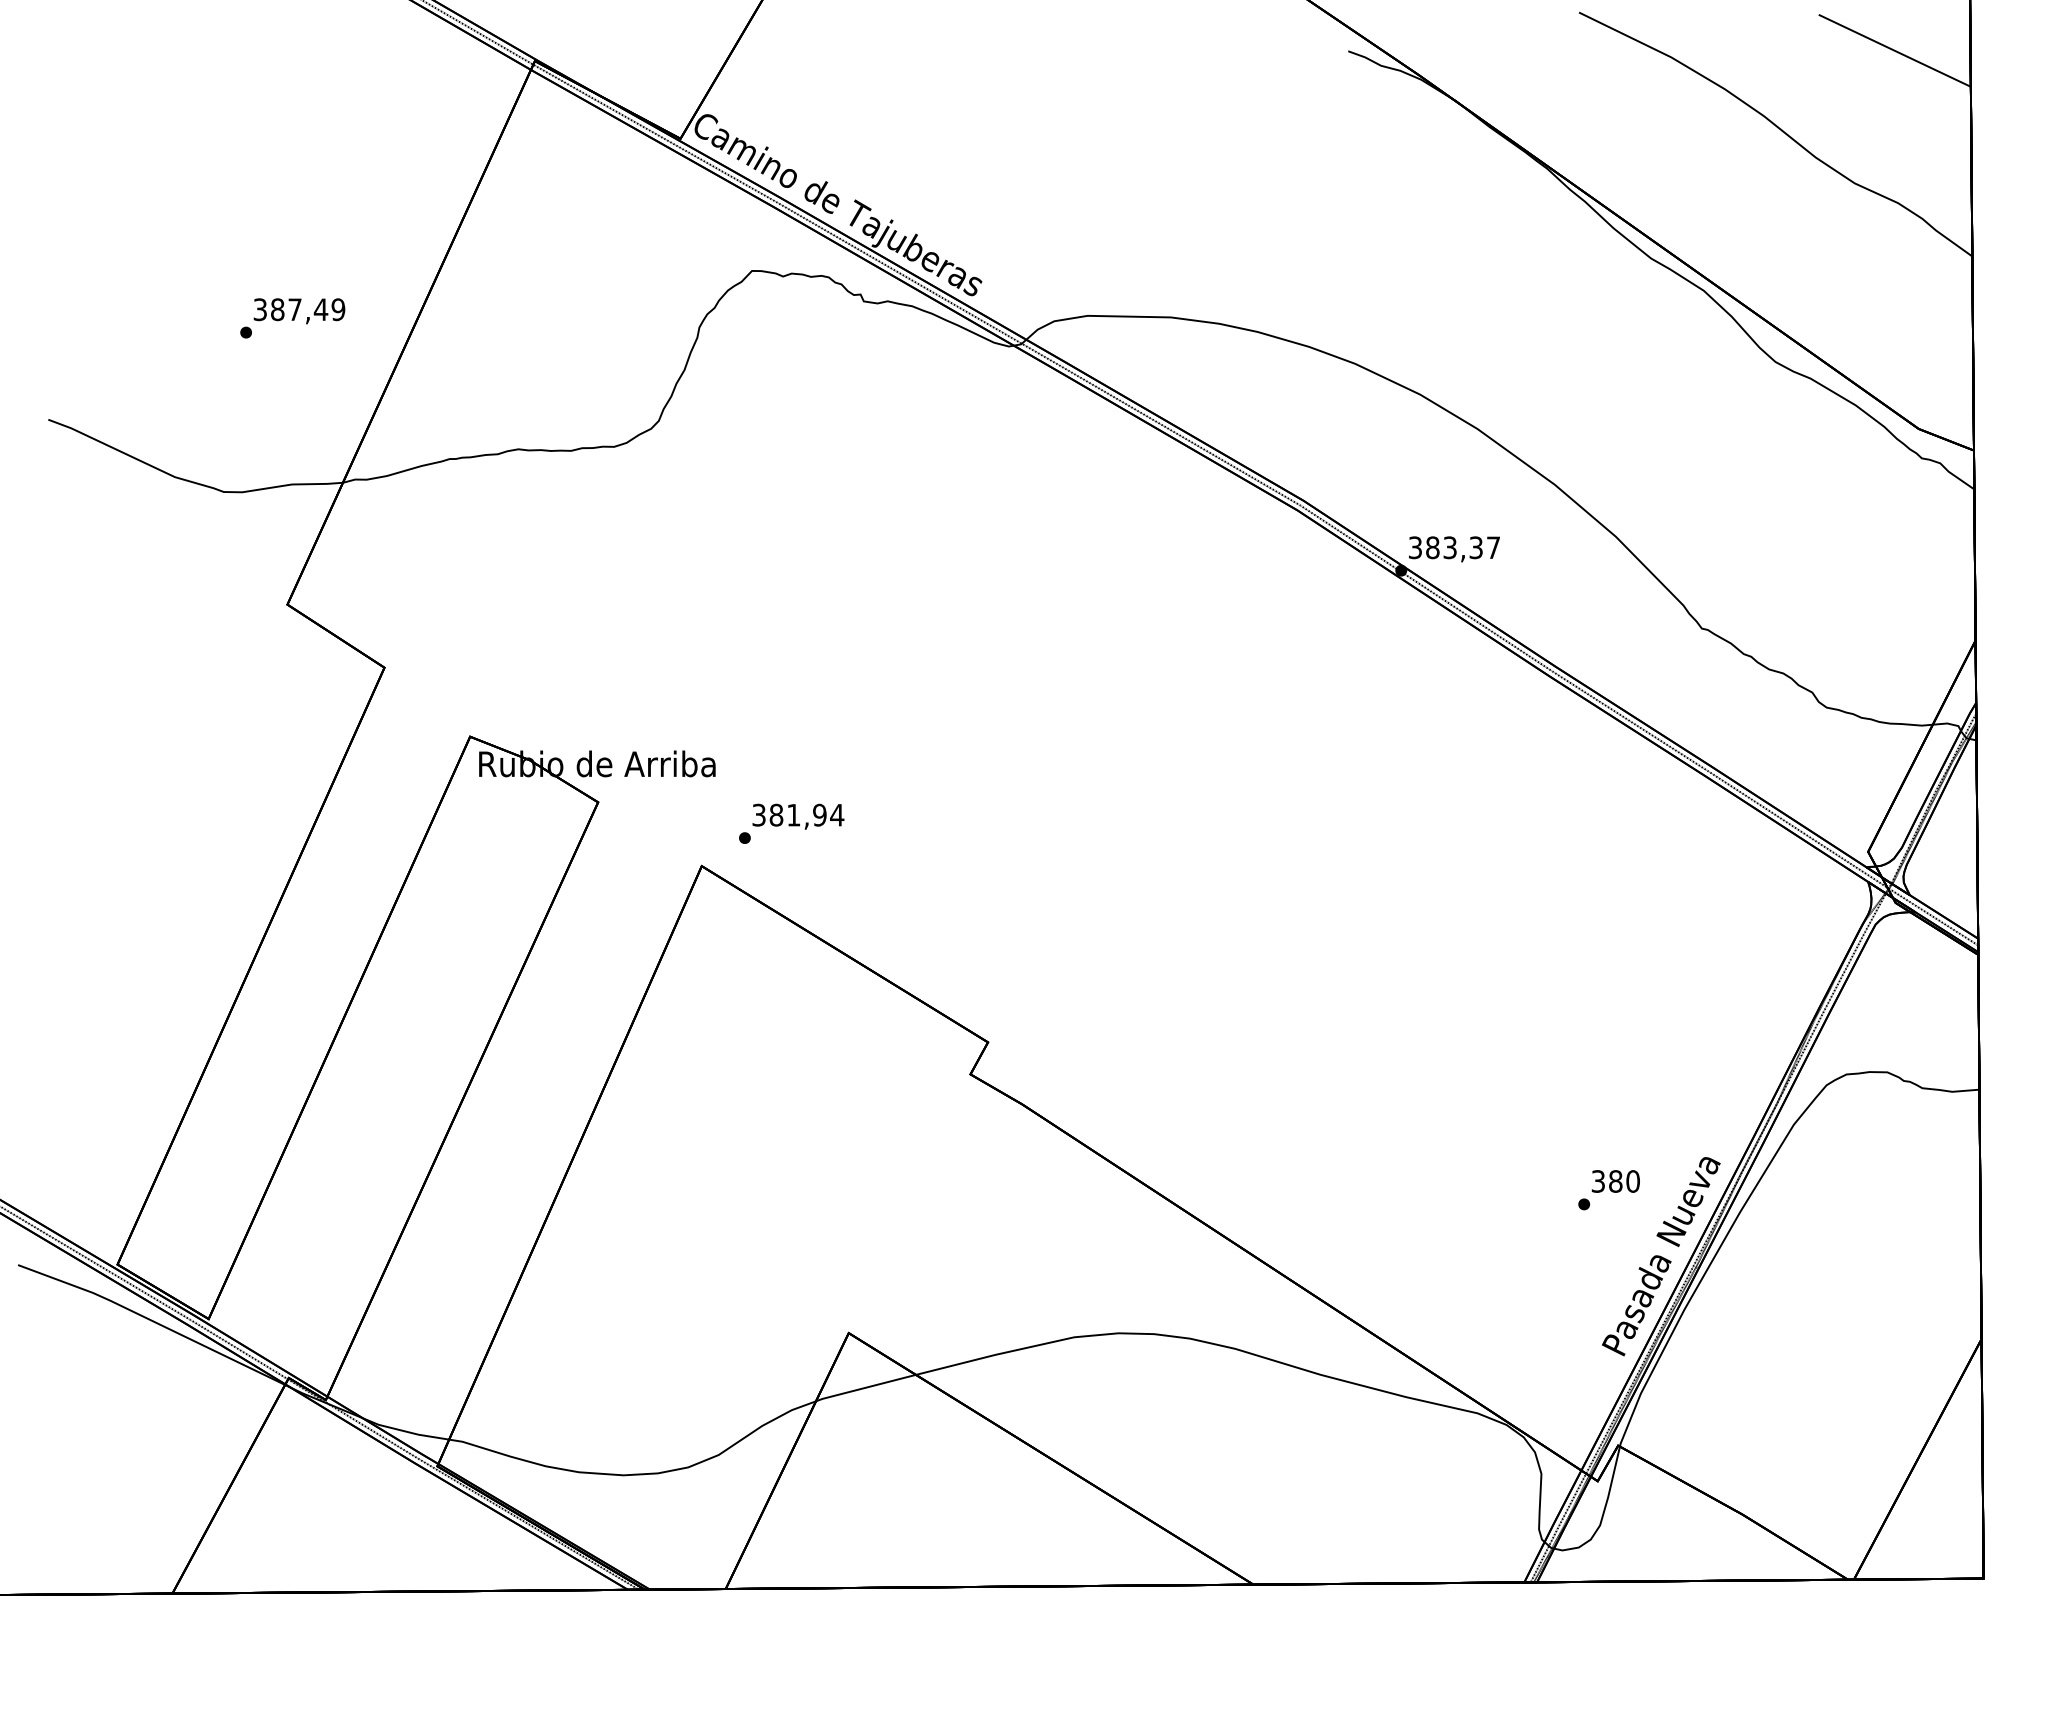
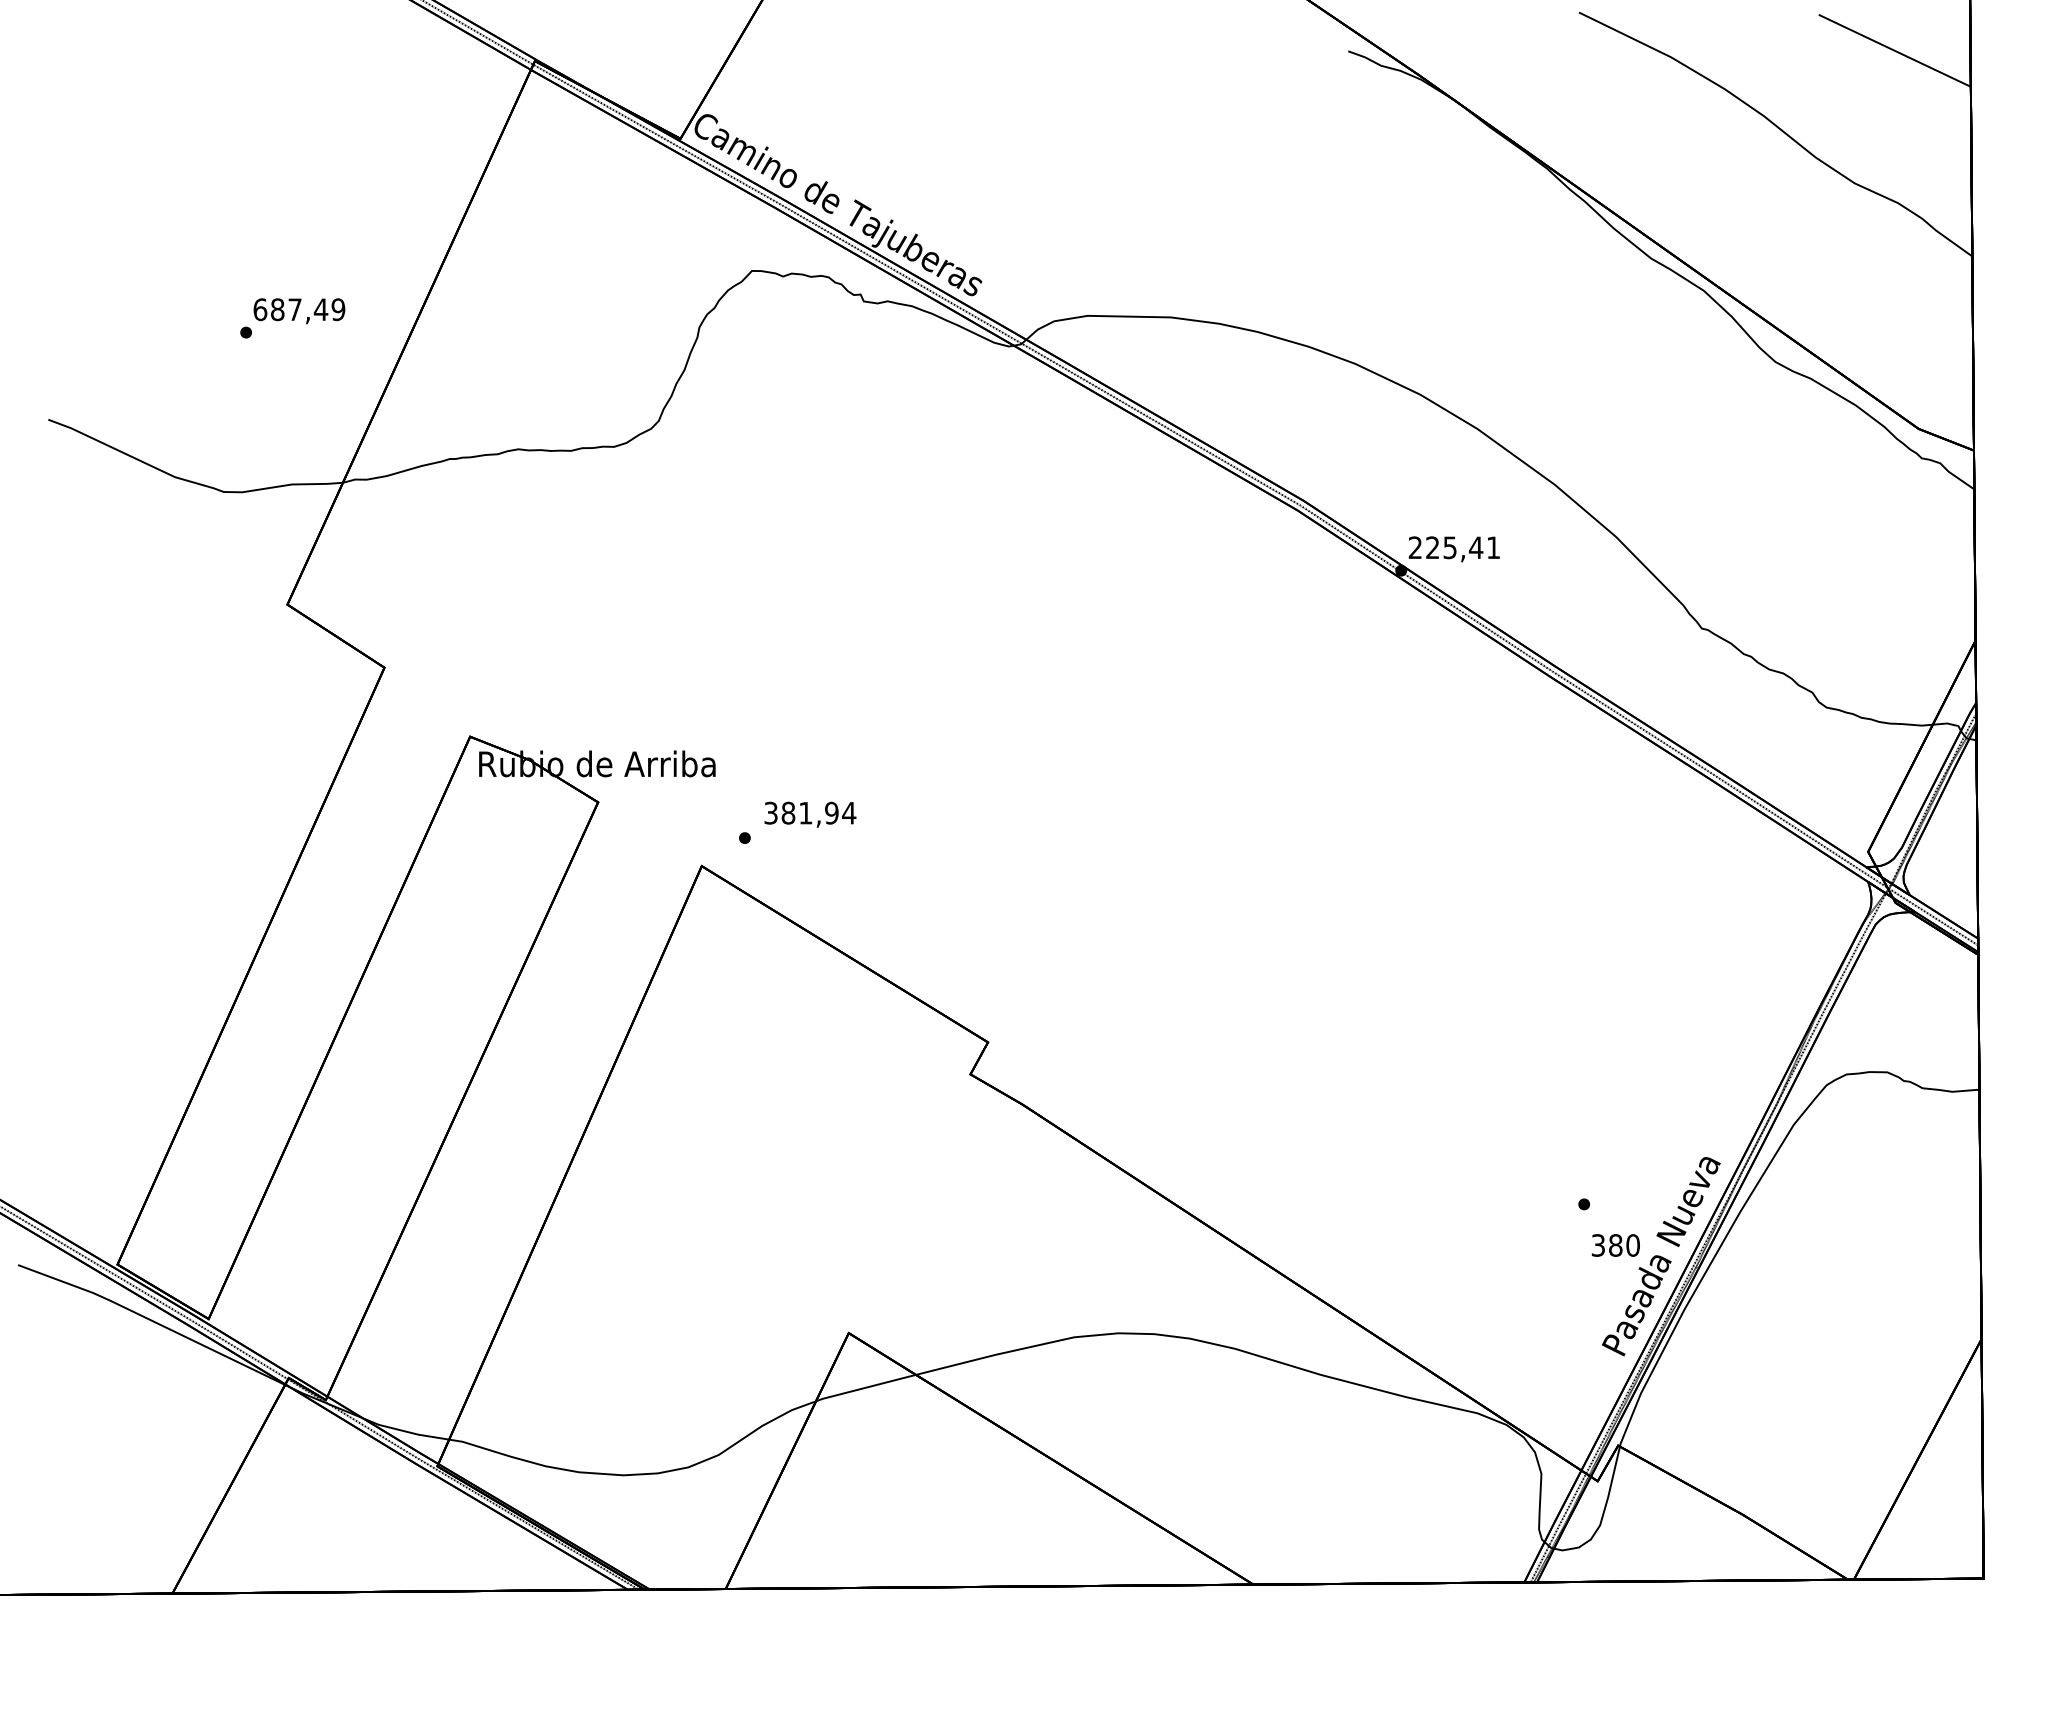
text at (260, 309): 387,49 -> 687,49
text at (1453, 547): 383,37 -> 225,41
text at (798, 816) position: (798, 816) -> (810, 814)
text at (1615, 1181) position: (1615, 1181) -> (1615, 1245)
